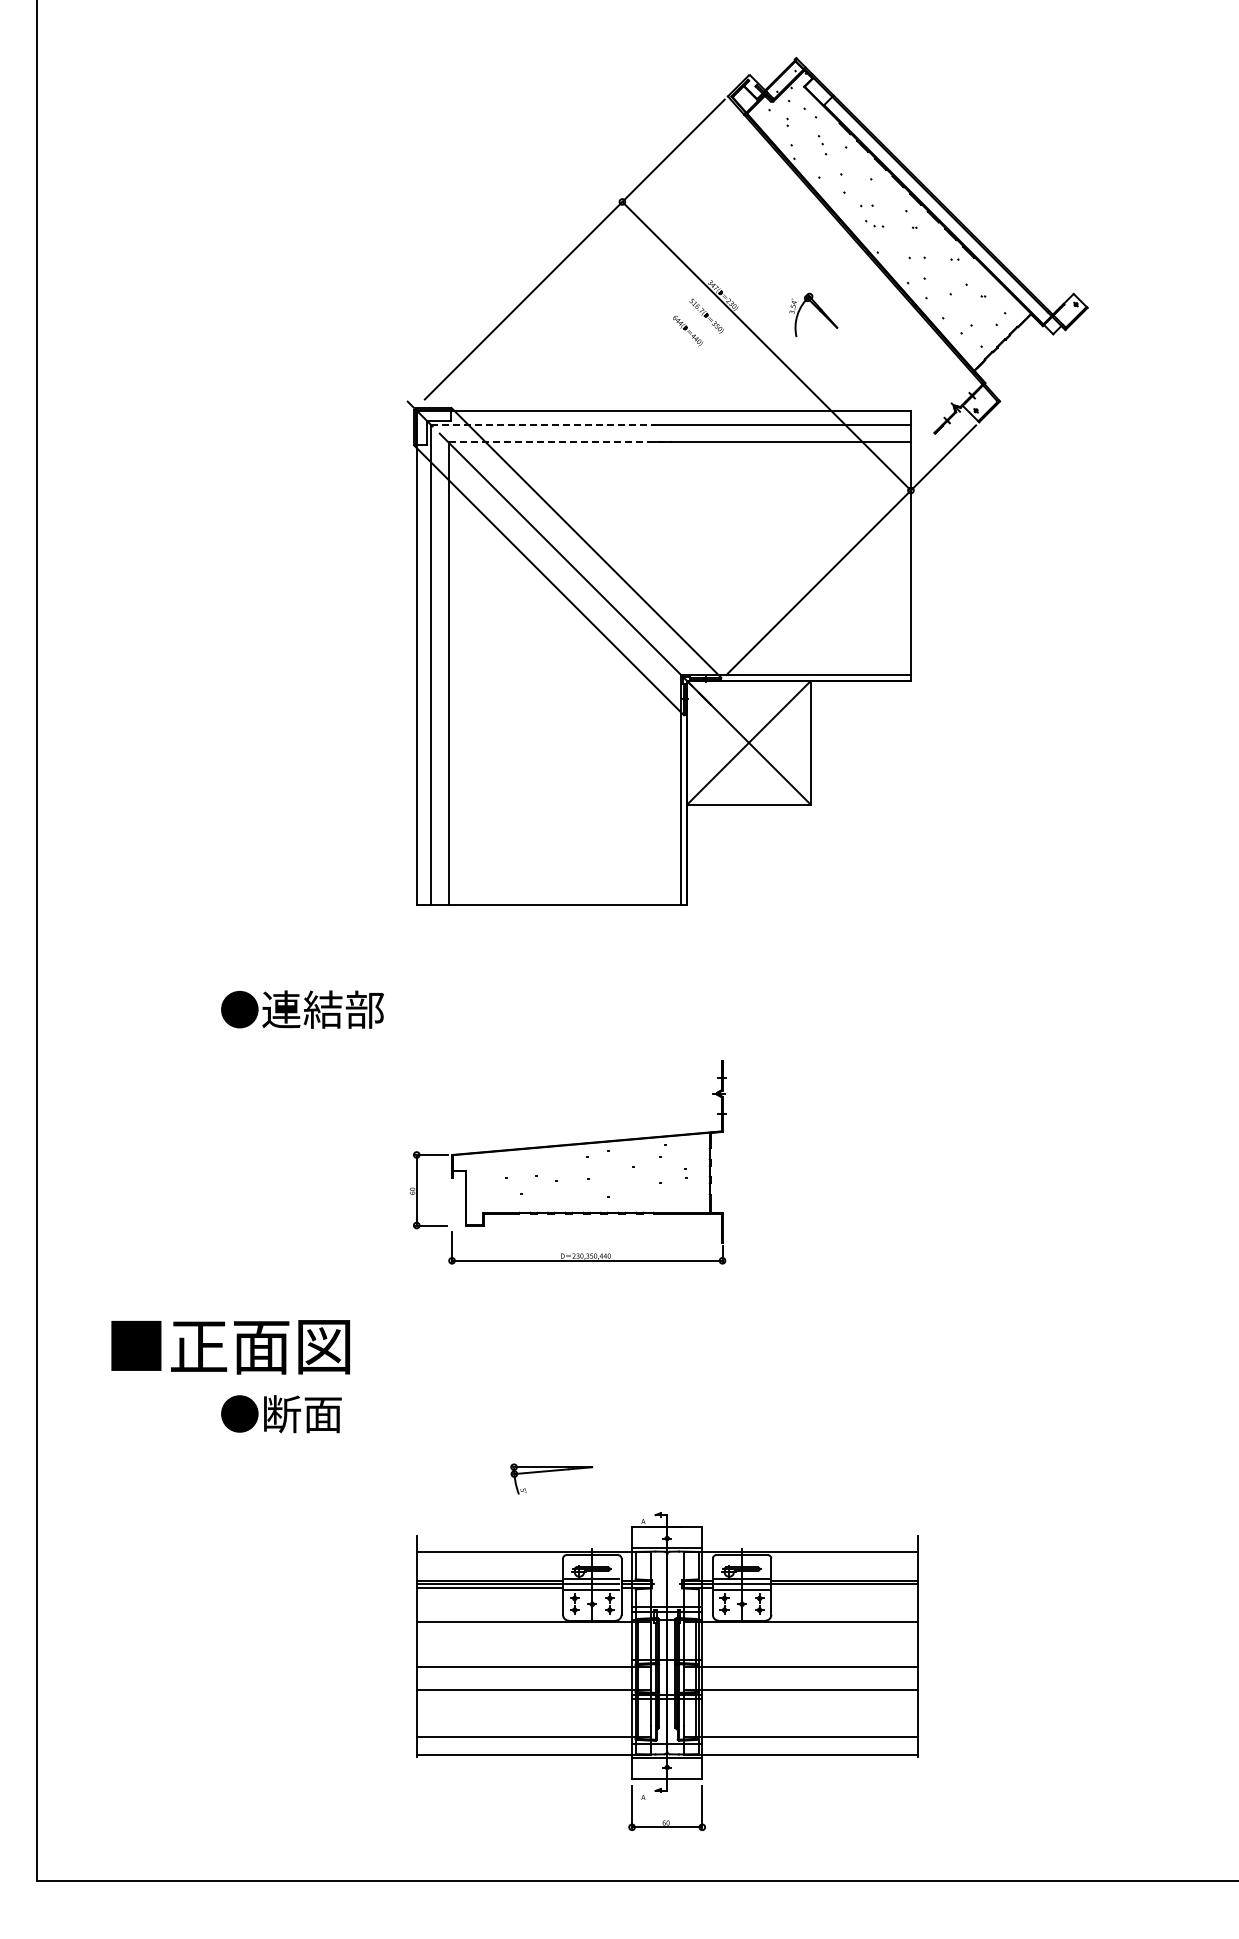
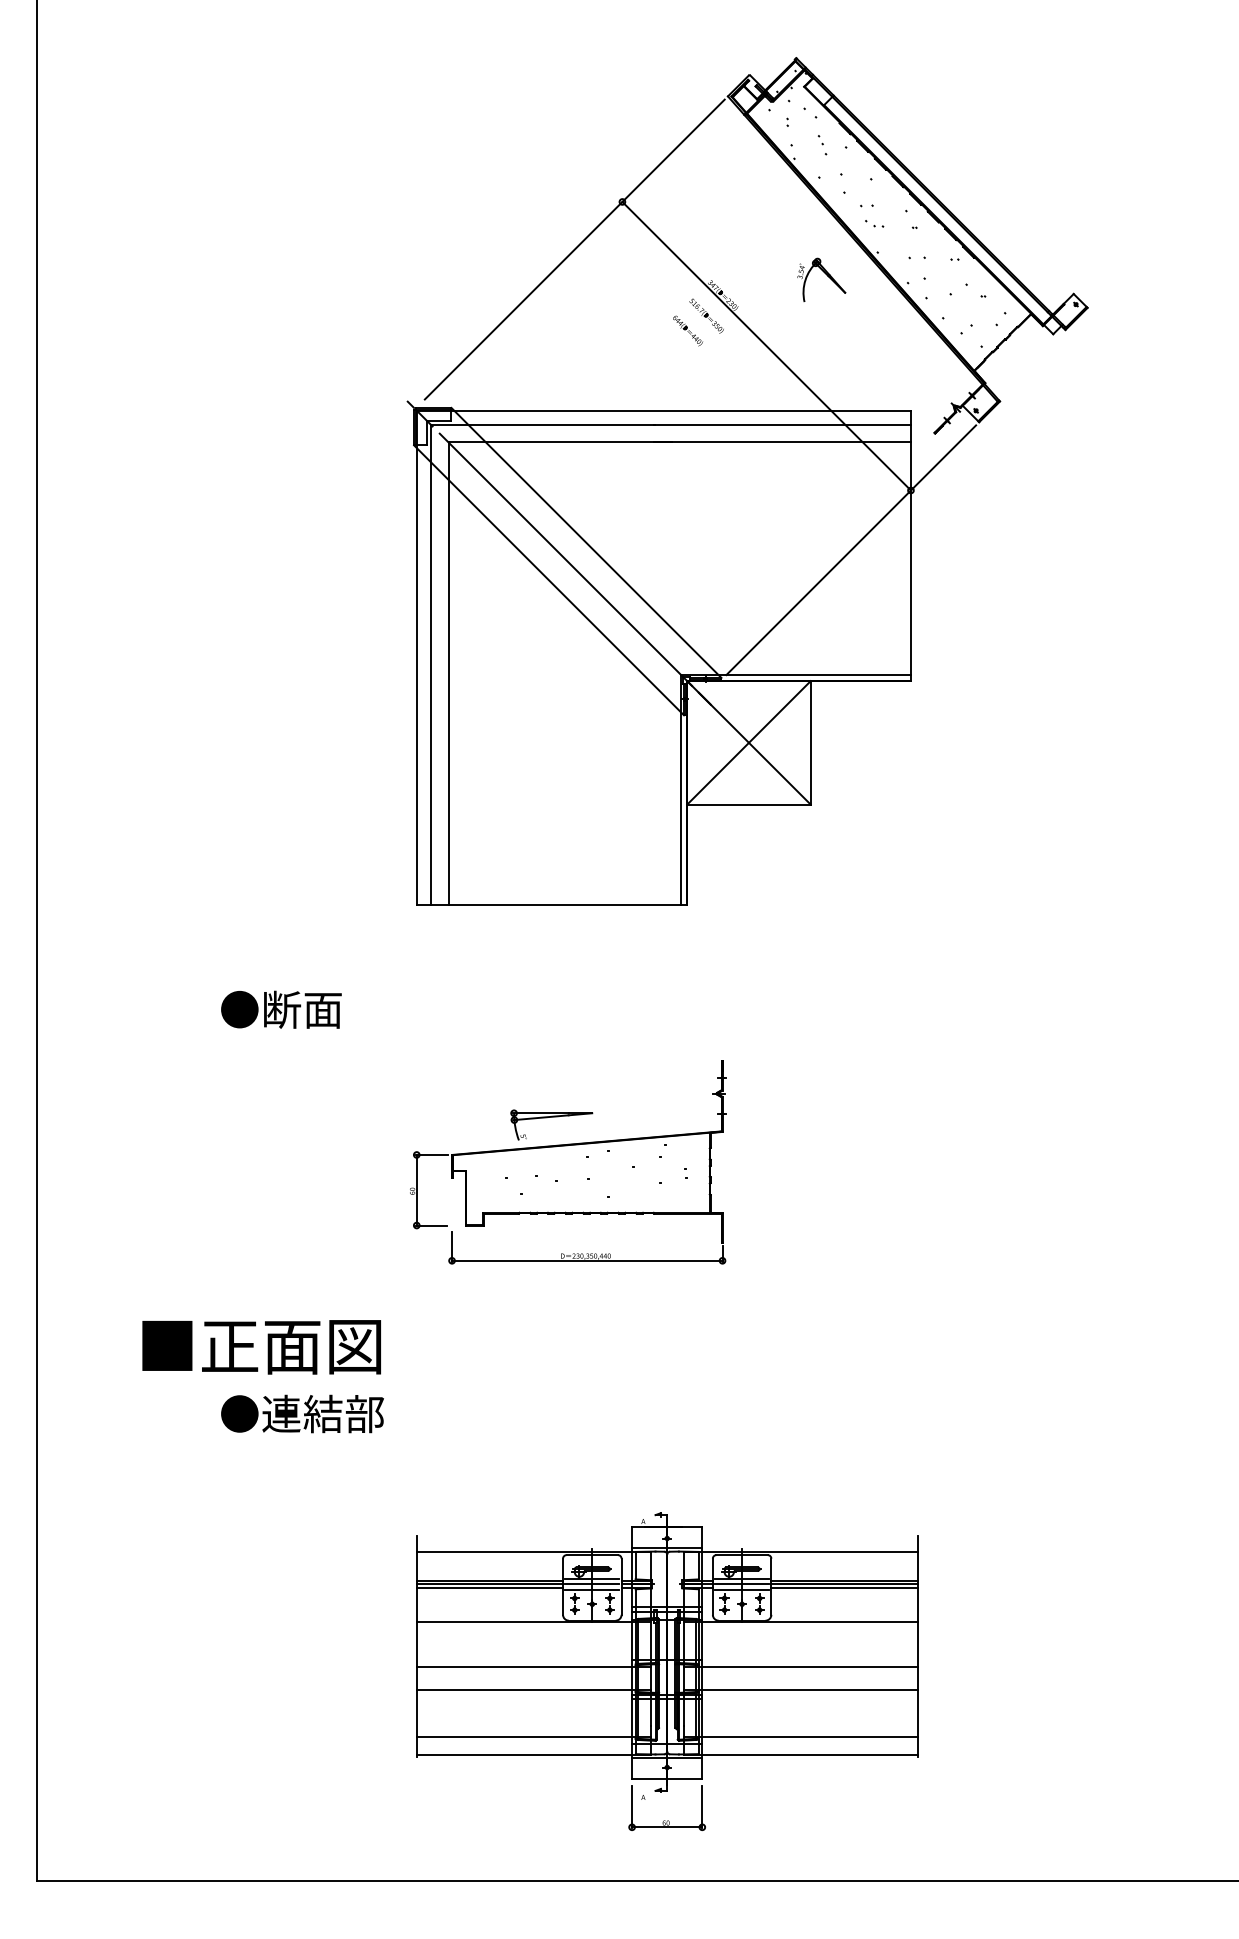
part at (817, 309) position: (817, 309) -> (825, 274)
line at (542, 424): dashed -> solid
line at (560, 442): dashed -> solid
text at (323, 1009): ●連結部 -> ●断面
text at (230, 1347) position: (230, 1347) -> (261, 1347)
text at (322, 1413): ●断面 -> ●連結部
part at (551, 1471) position: (551, 1471) -> (551, 1117)
line at (844, 1588): none -> present
